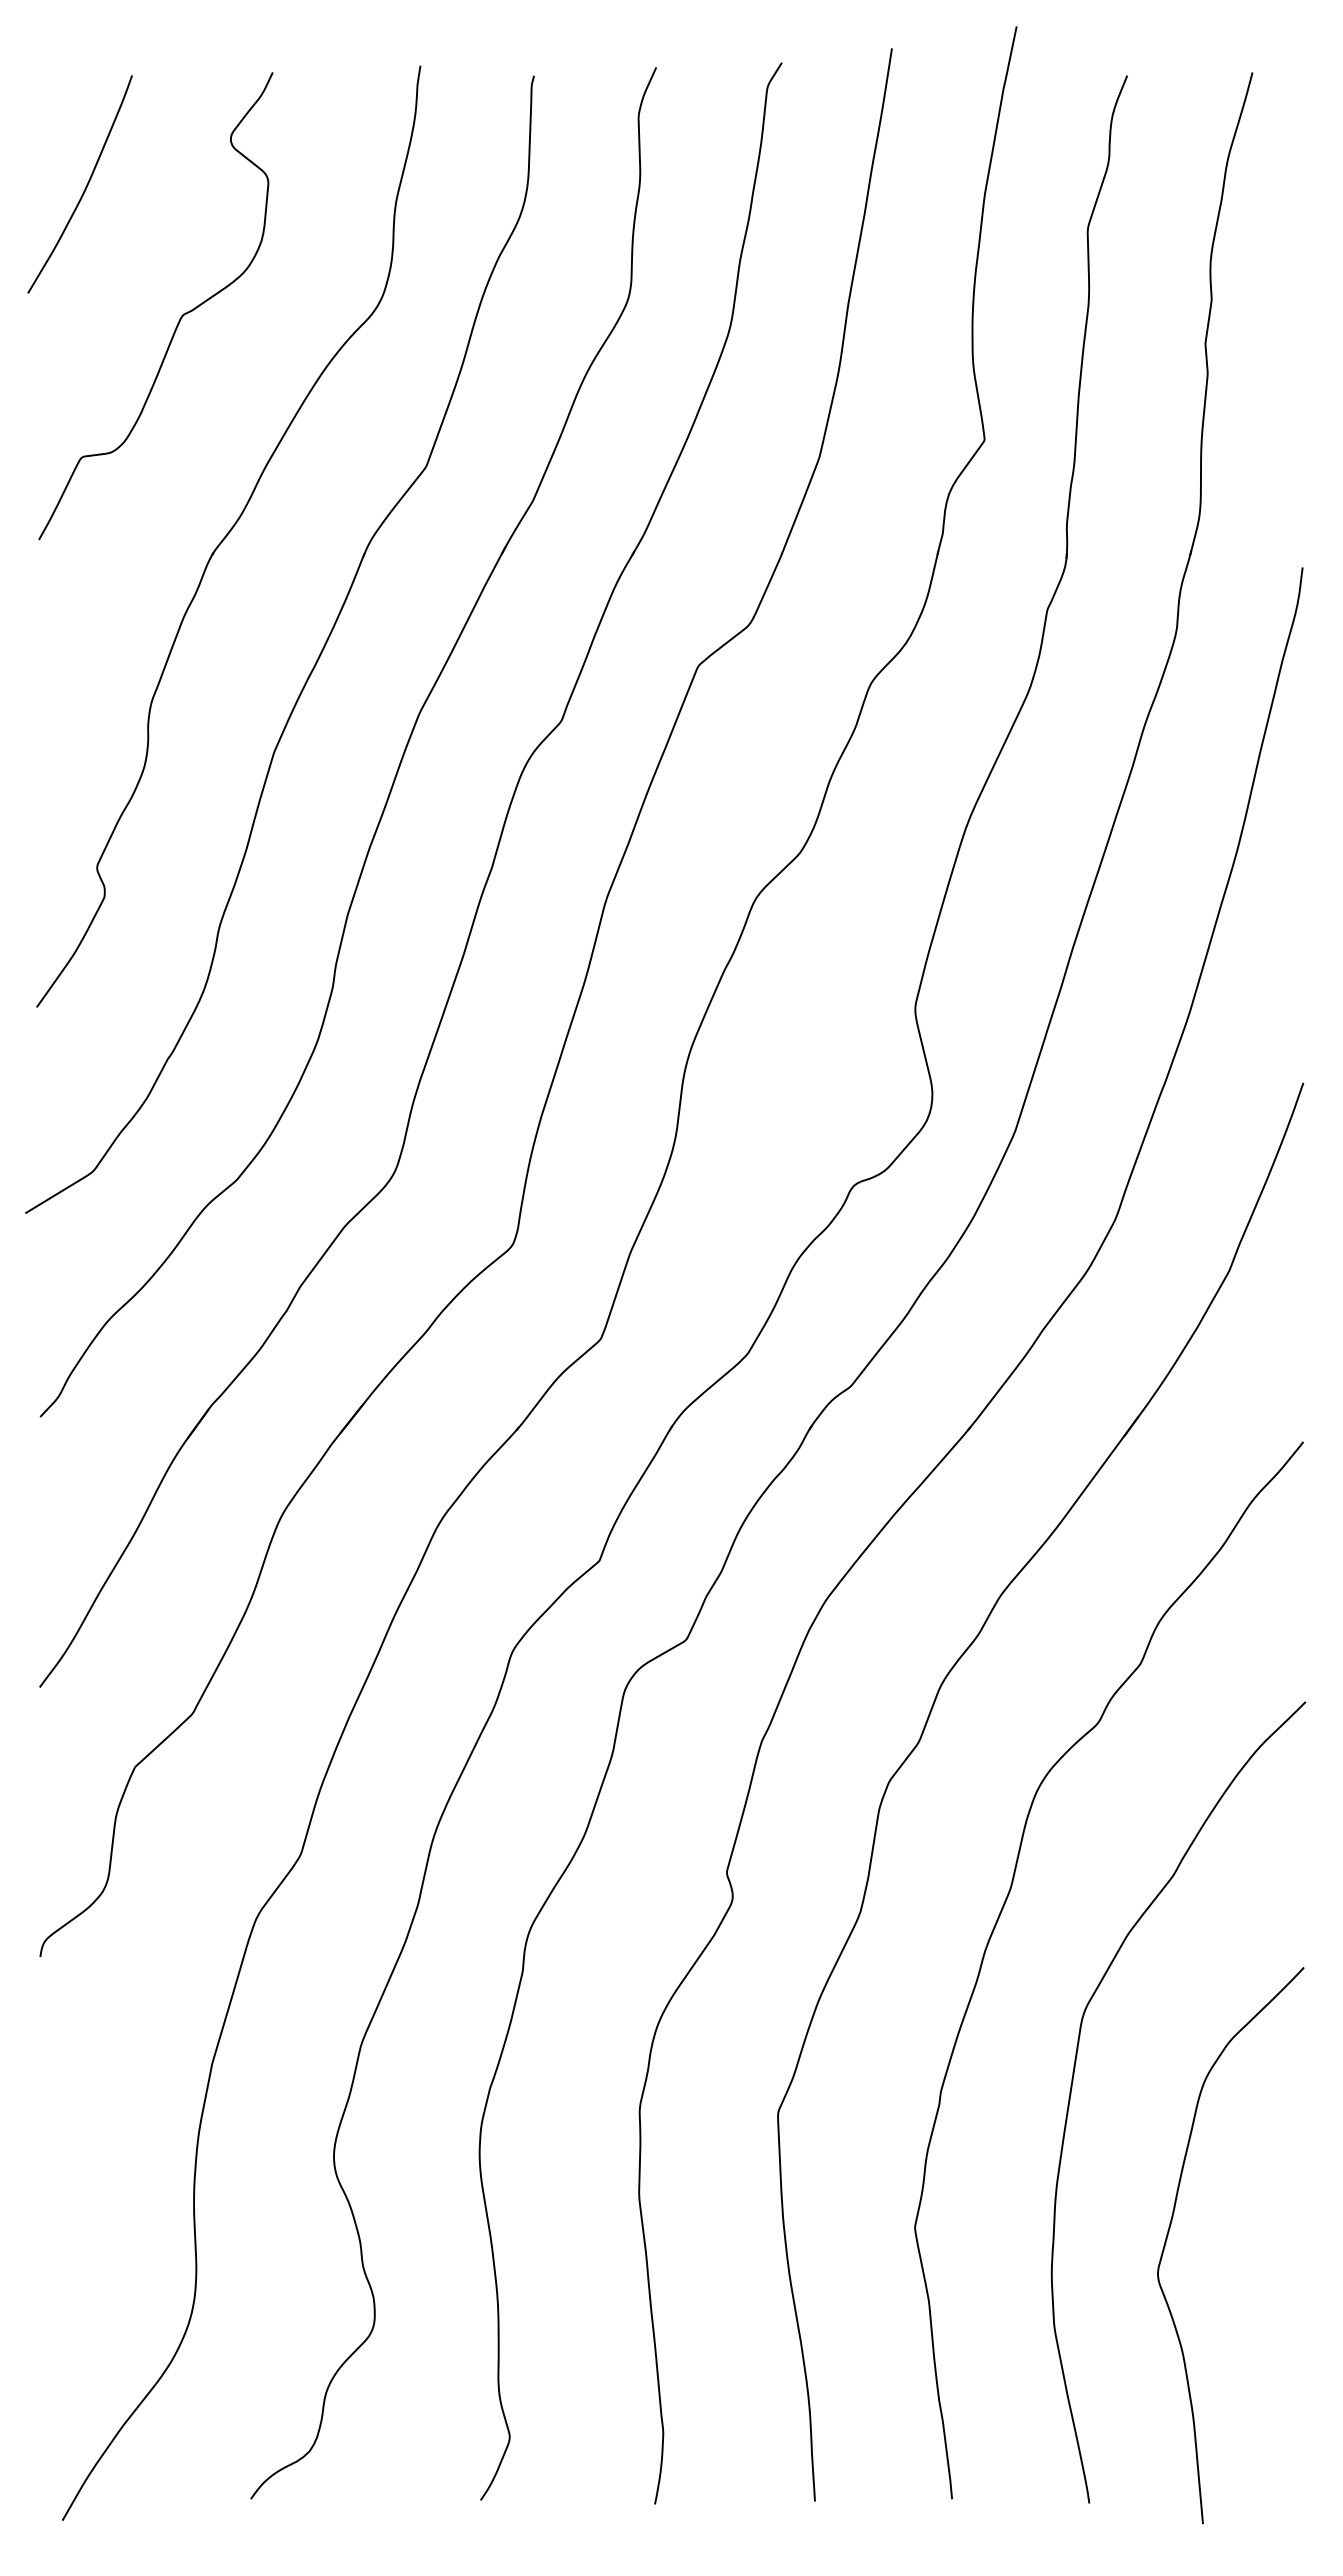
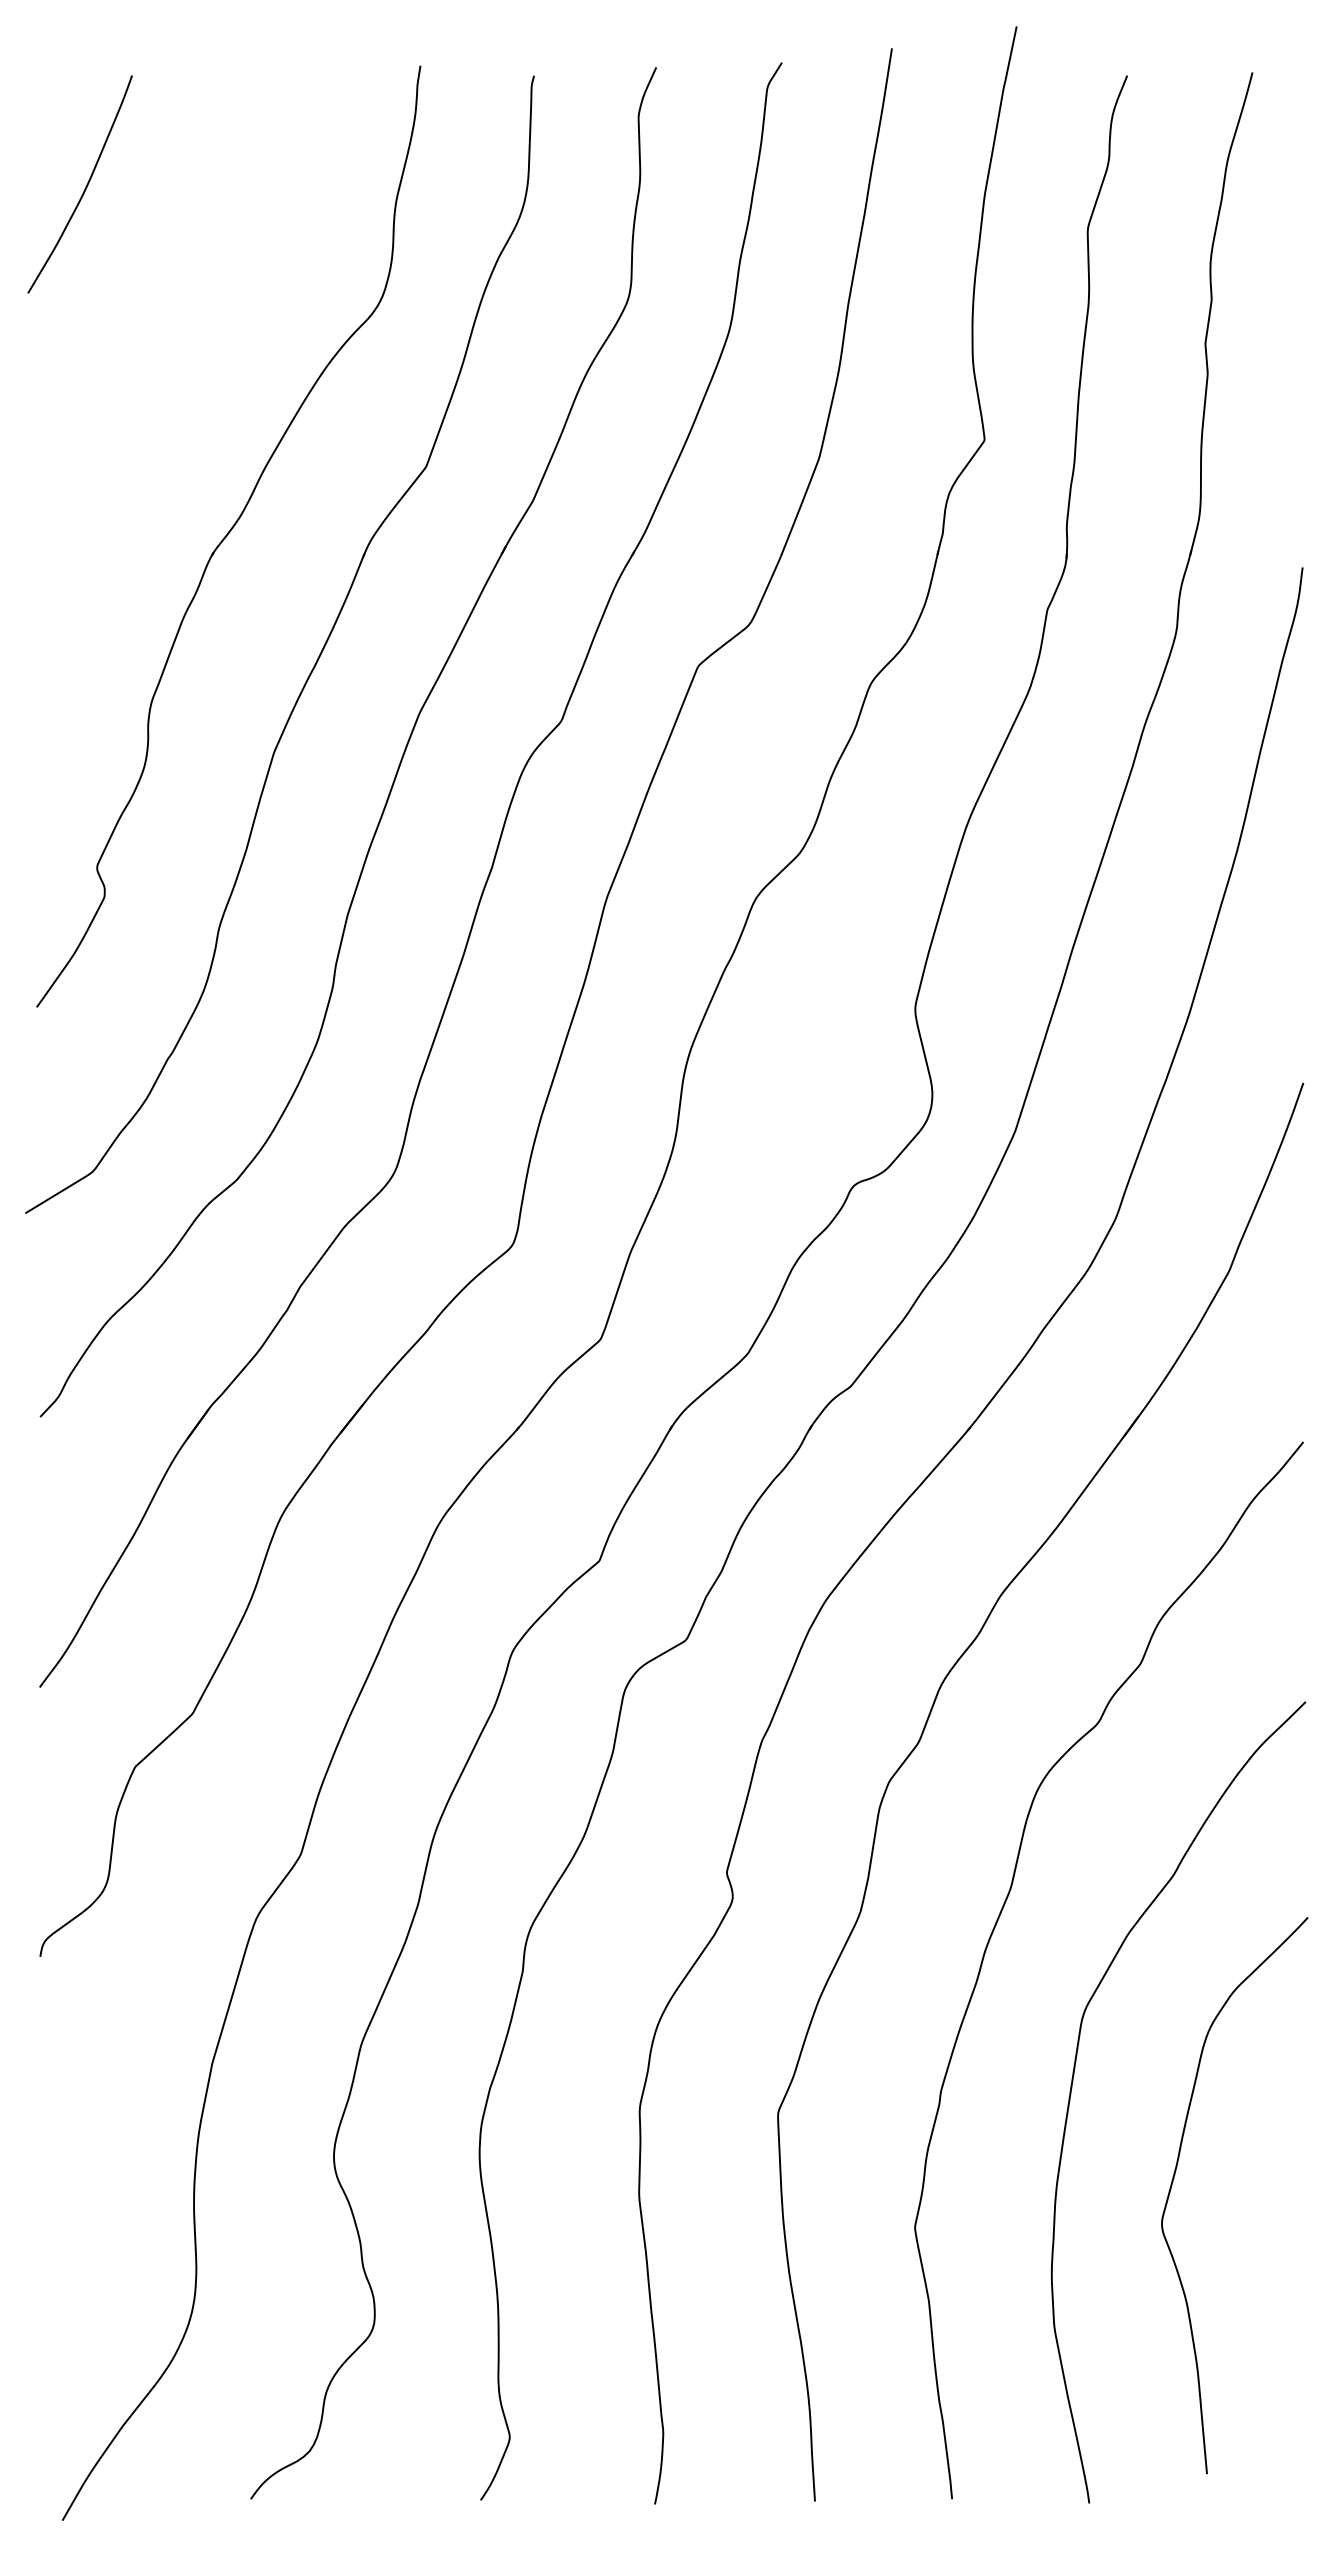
curve at (179, 318): present -> none
curve at (1170, 2228) position: (1170, 2228) -> (1174, 2178)
